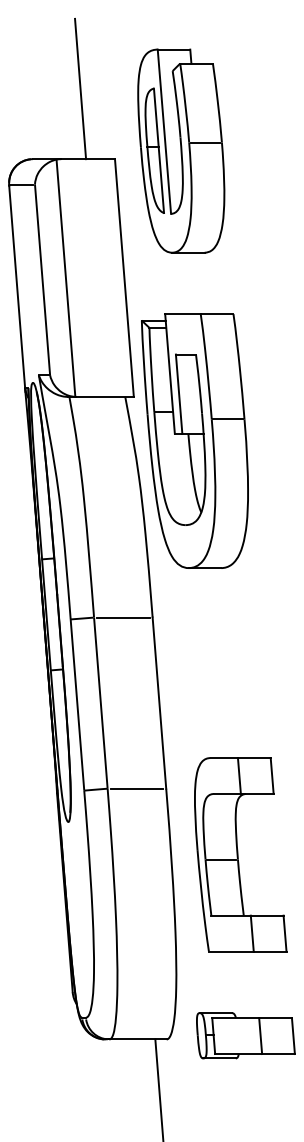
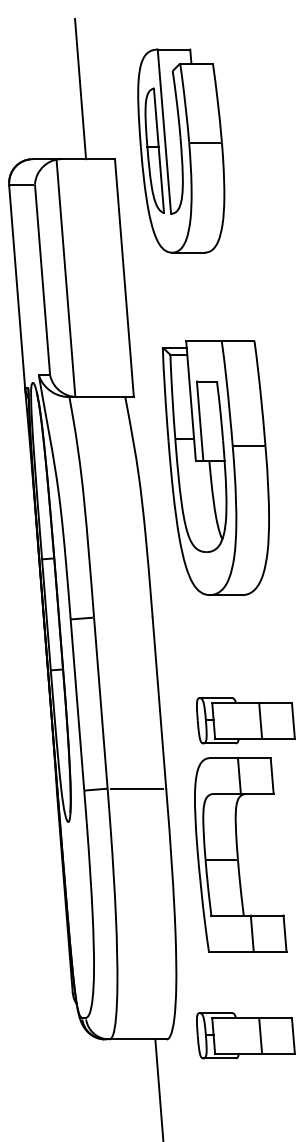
part at (194, 440) position: (194, 440) -> (215, 467)
line at (122, 617): present -> none
part at (245, 720): none -> present
